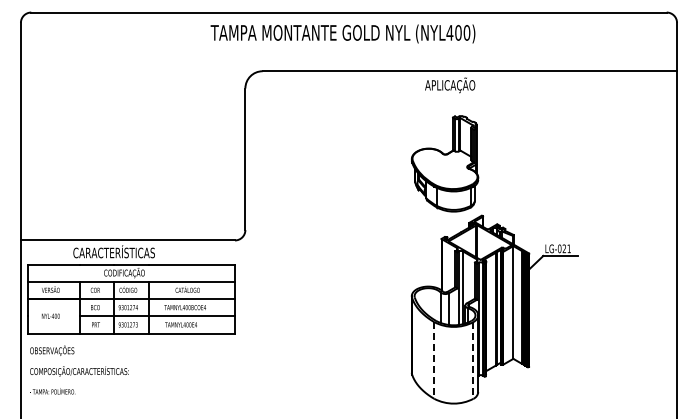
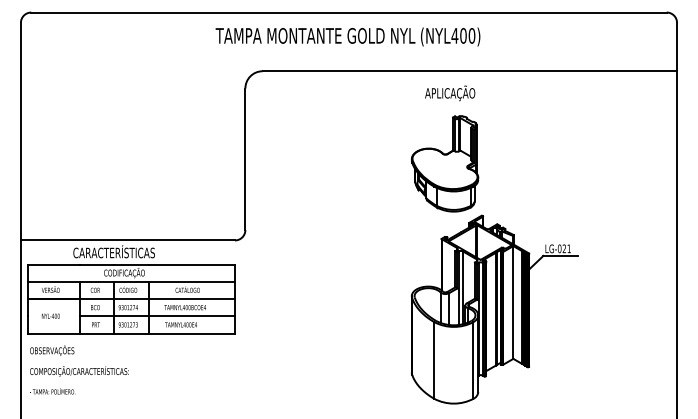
text at (342, 33) position: (342, 33) -> (347, 36)
text at (450, 85) position: (450, 85) -> (450, 93)
line at (434, 361): dashed -> solid
line at (473, 361): dashed -> solid
